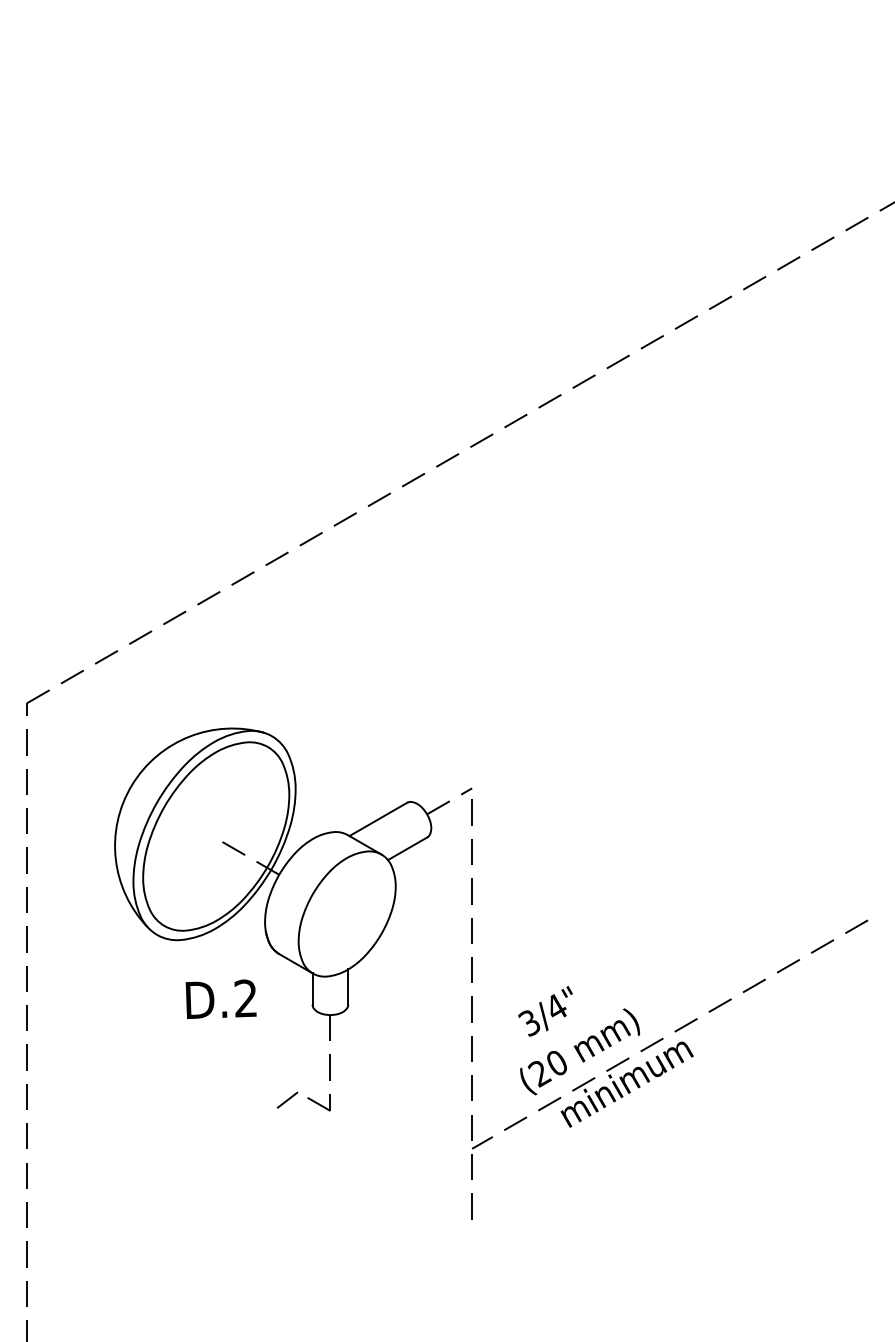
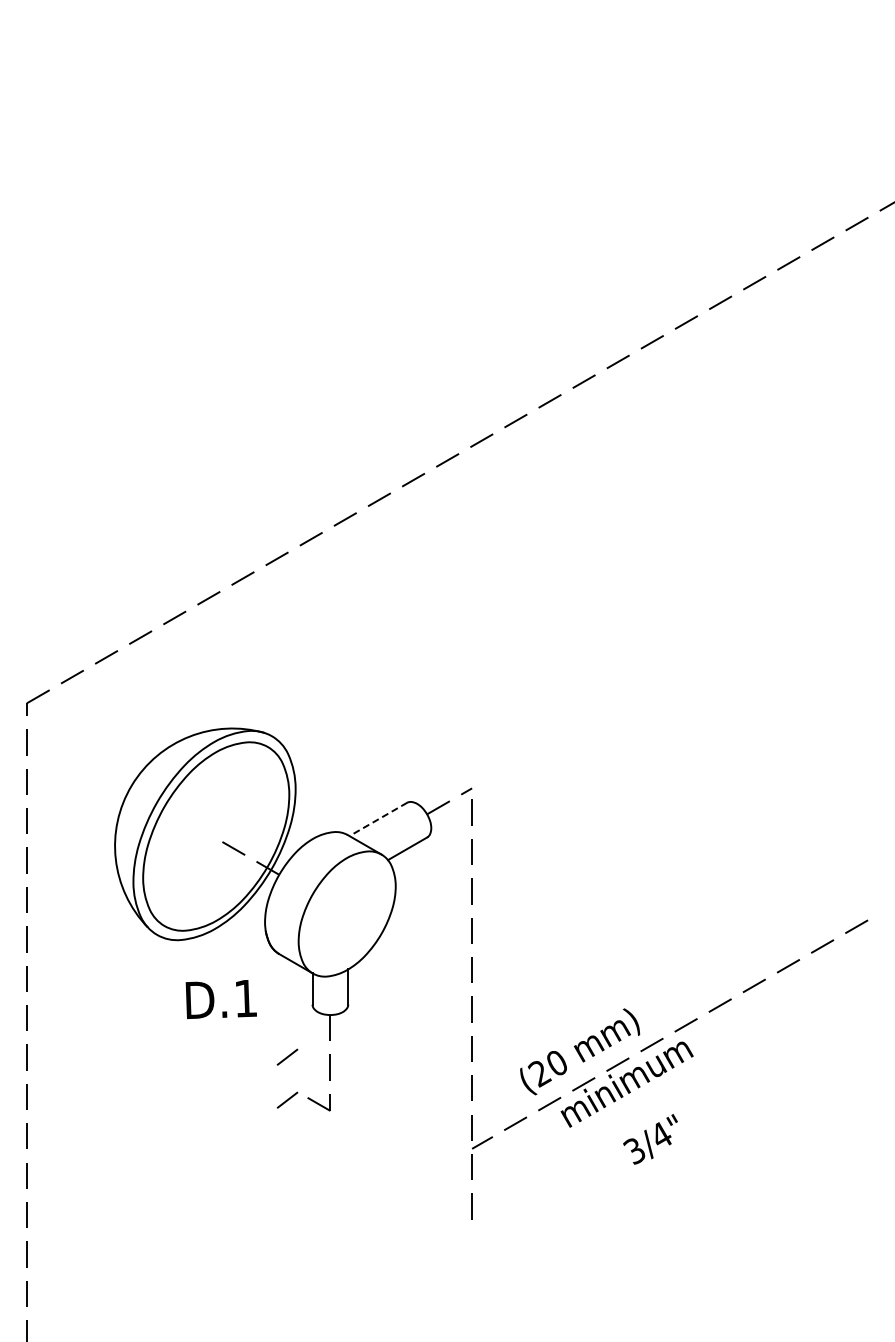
line at (377, 819): solid -> dashed
text at (245, 998): D.2 -> D.1
text at (545, 1011) position: (545, 1011) -> (650, 1139)
line at (287, 1056): none -> present
